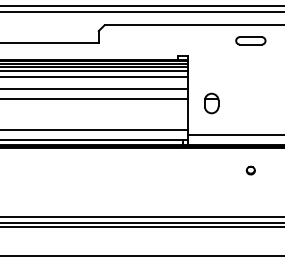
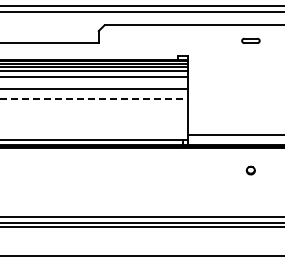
part at (250, 40) size: 32x10 px -> 20x7 px
line at (94, 98): solid -> dashed
part at (211, 103): present -> none
line at (95, 129): present -> none
